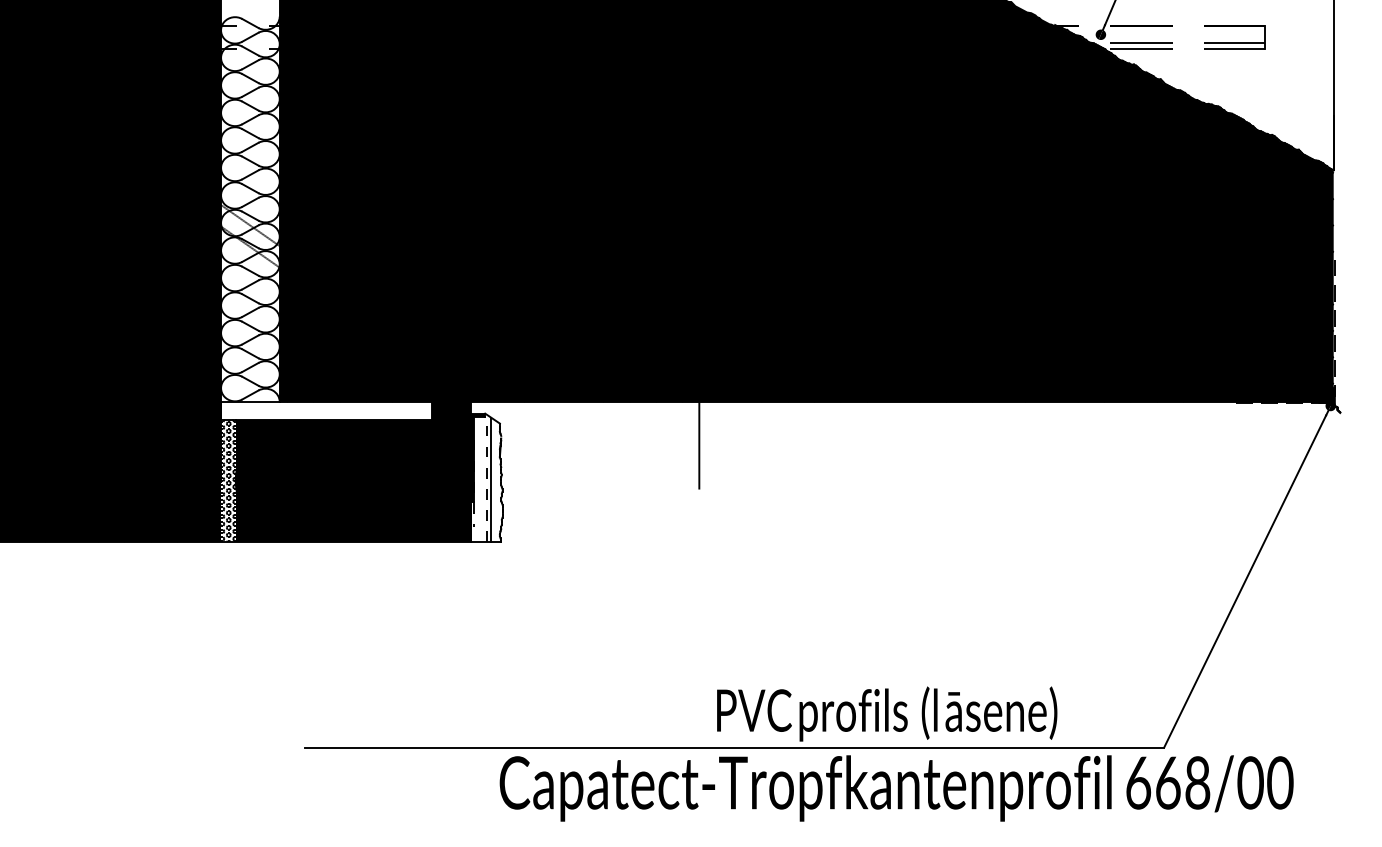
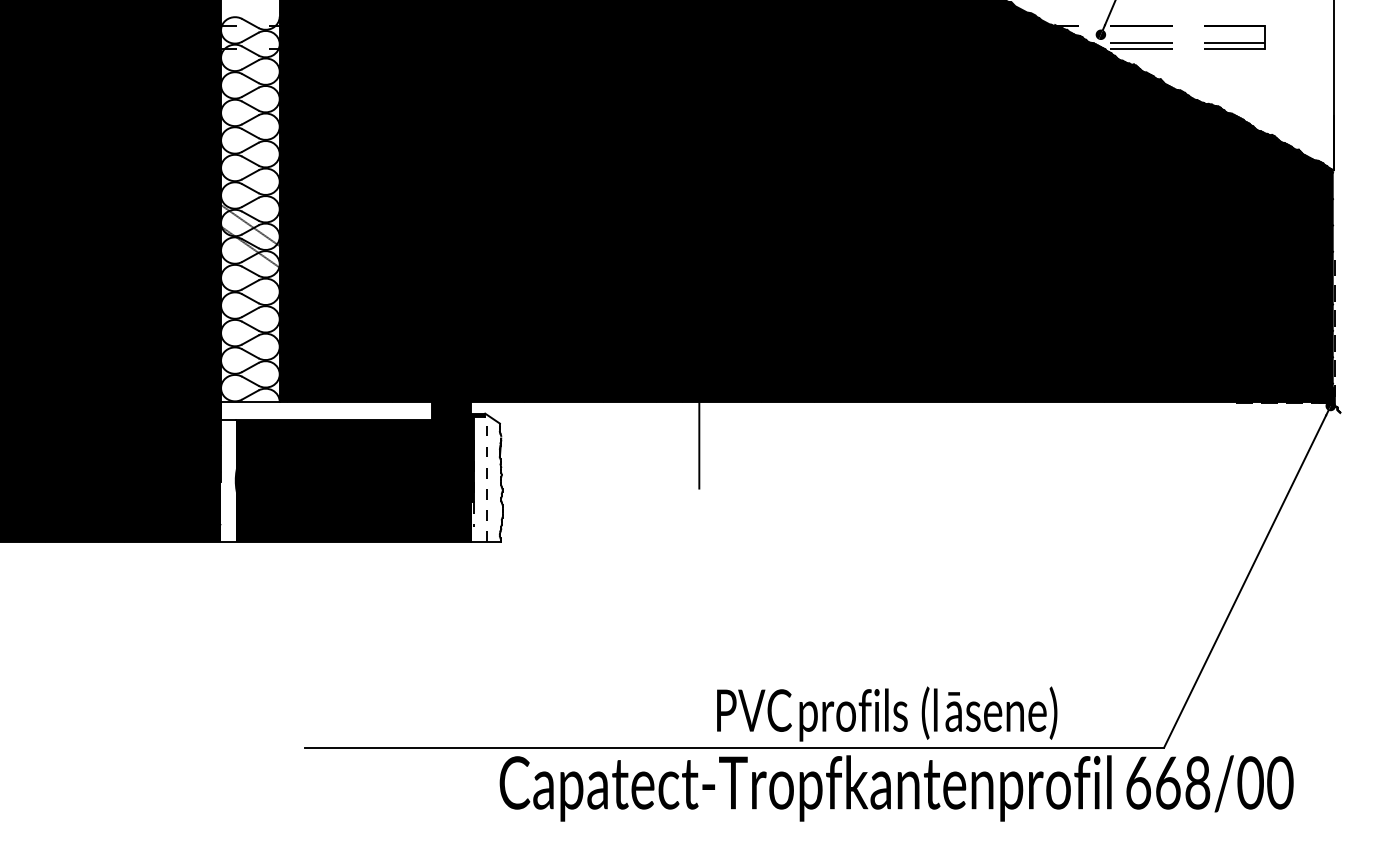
line at (491, 479): present -> none
hatch at (228, 480): present -> none
